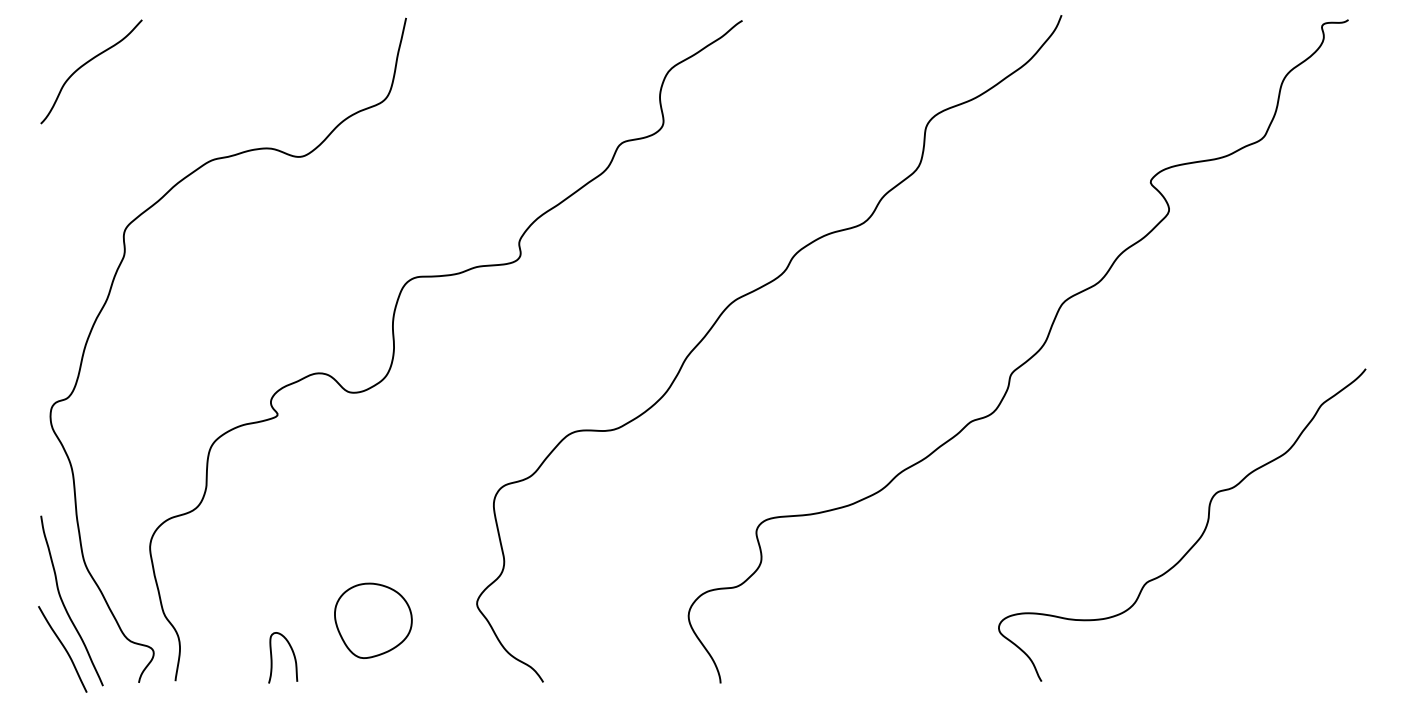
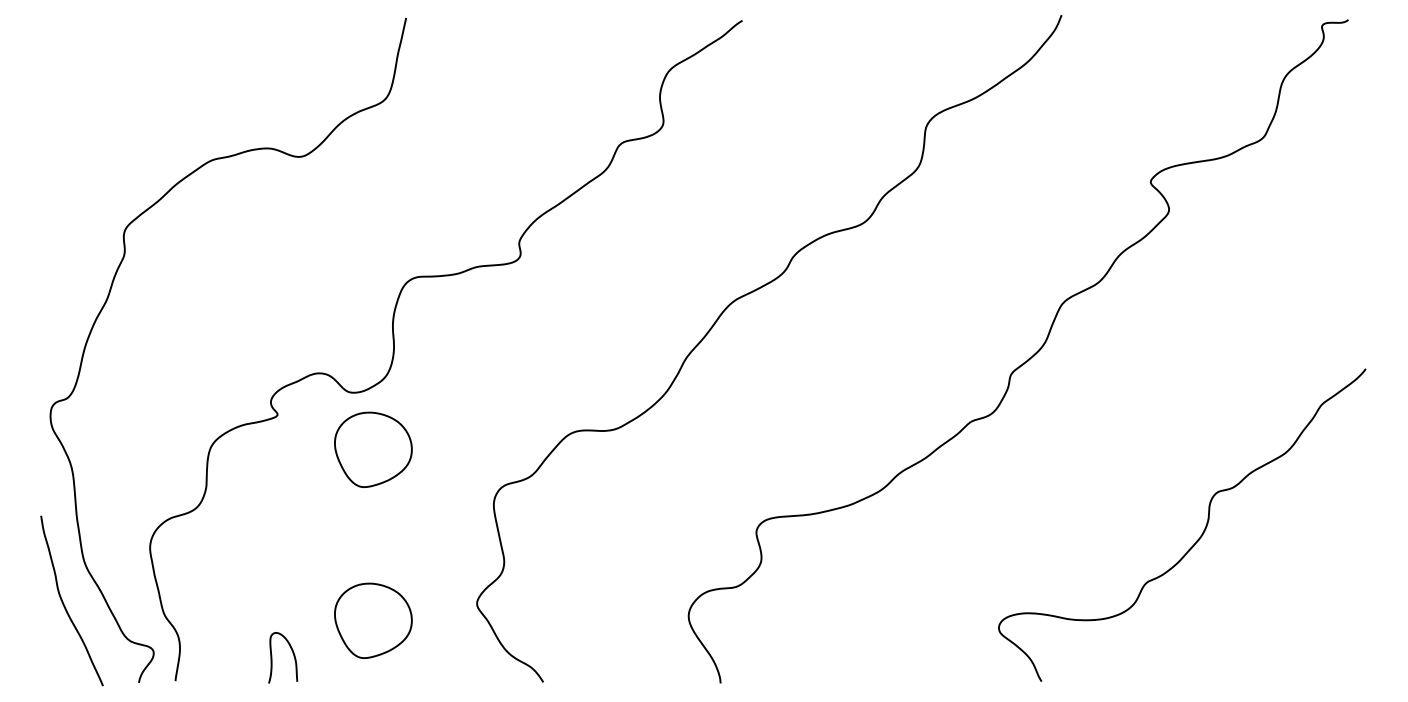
curve at (86, 64): present -> none
part at (373, 449): none -> present
curve at (63, 648): present -> none
